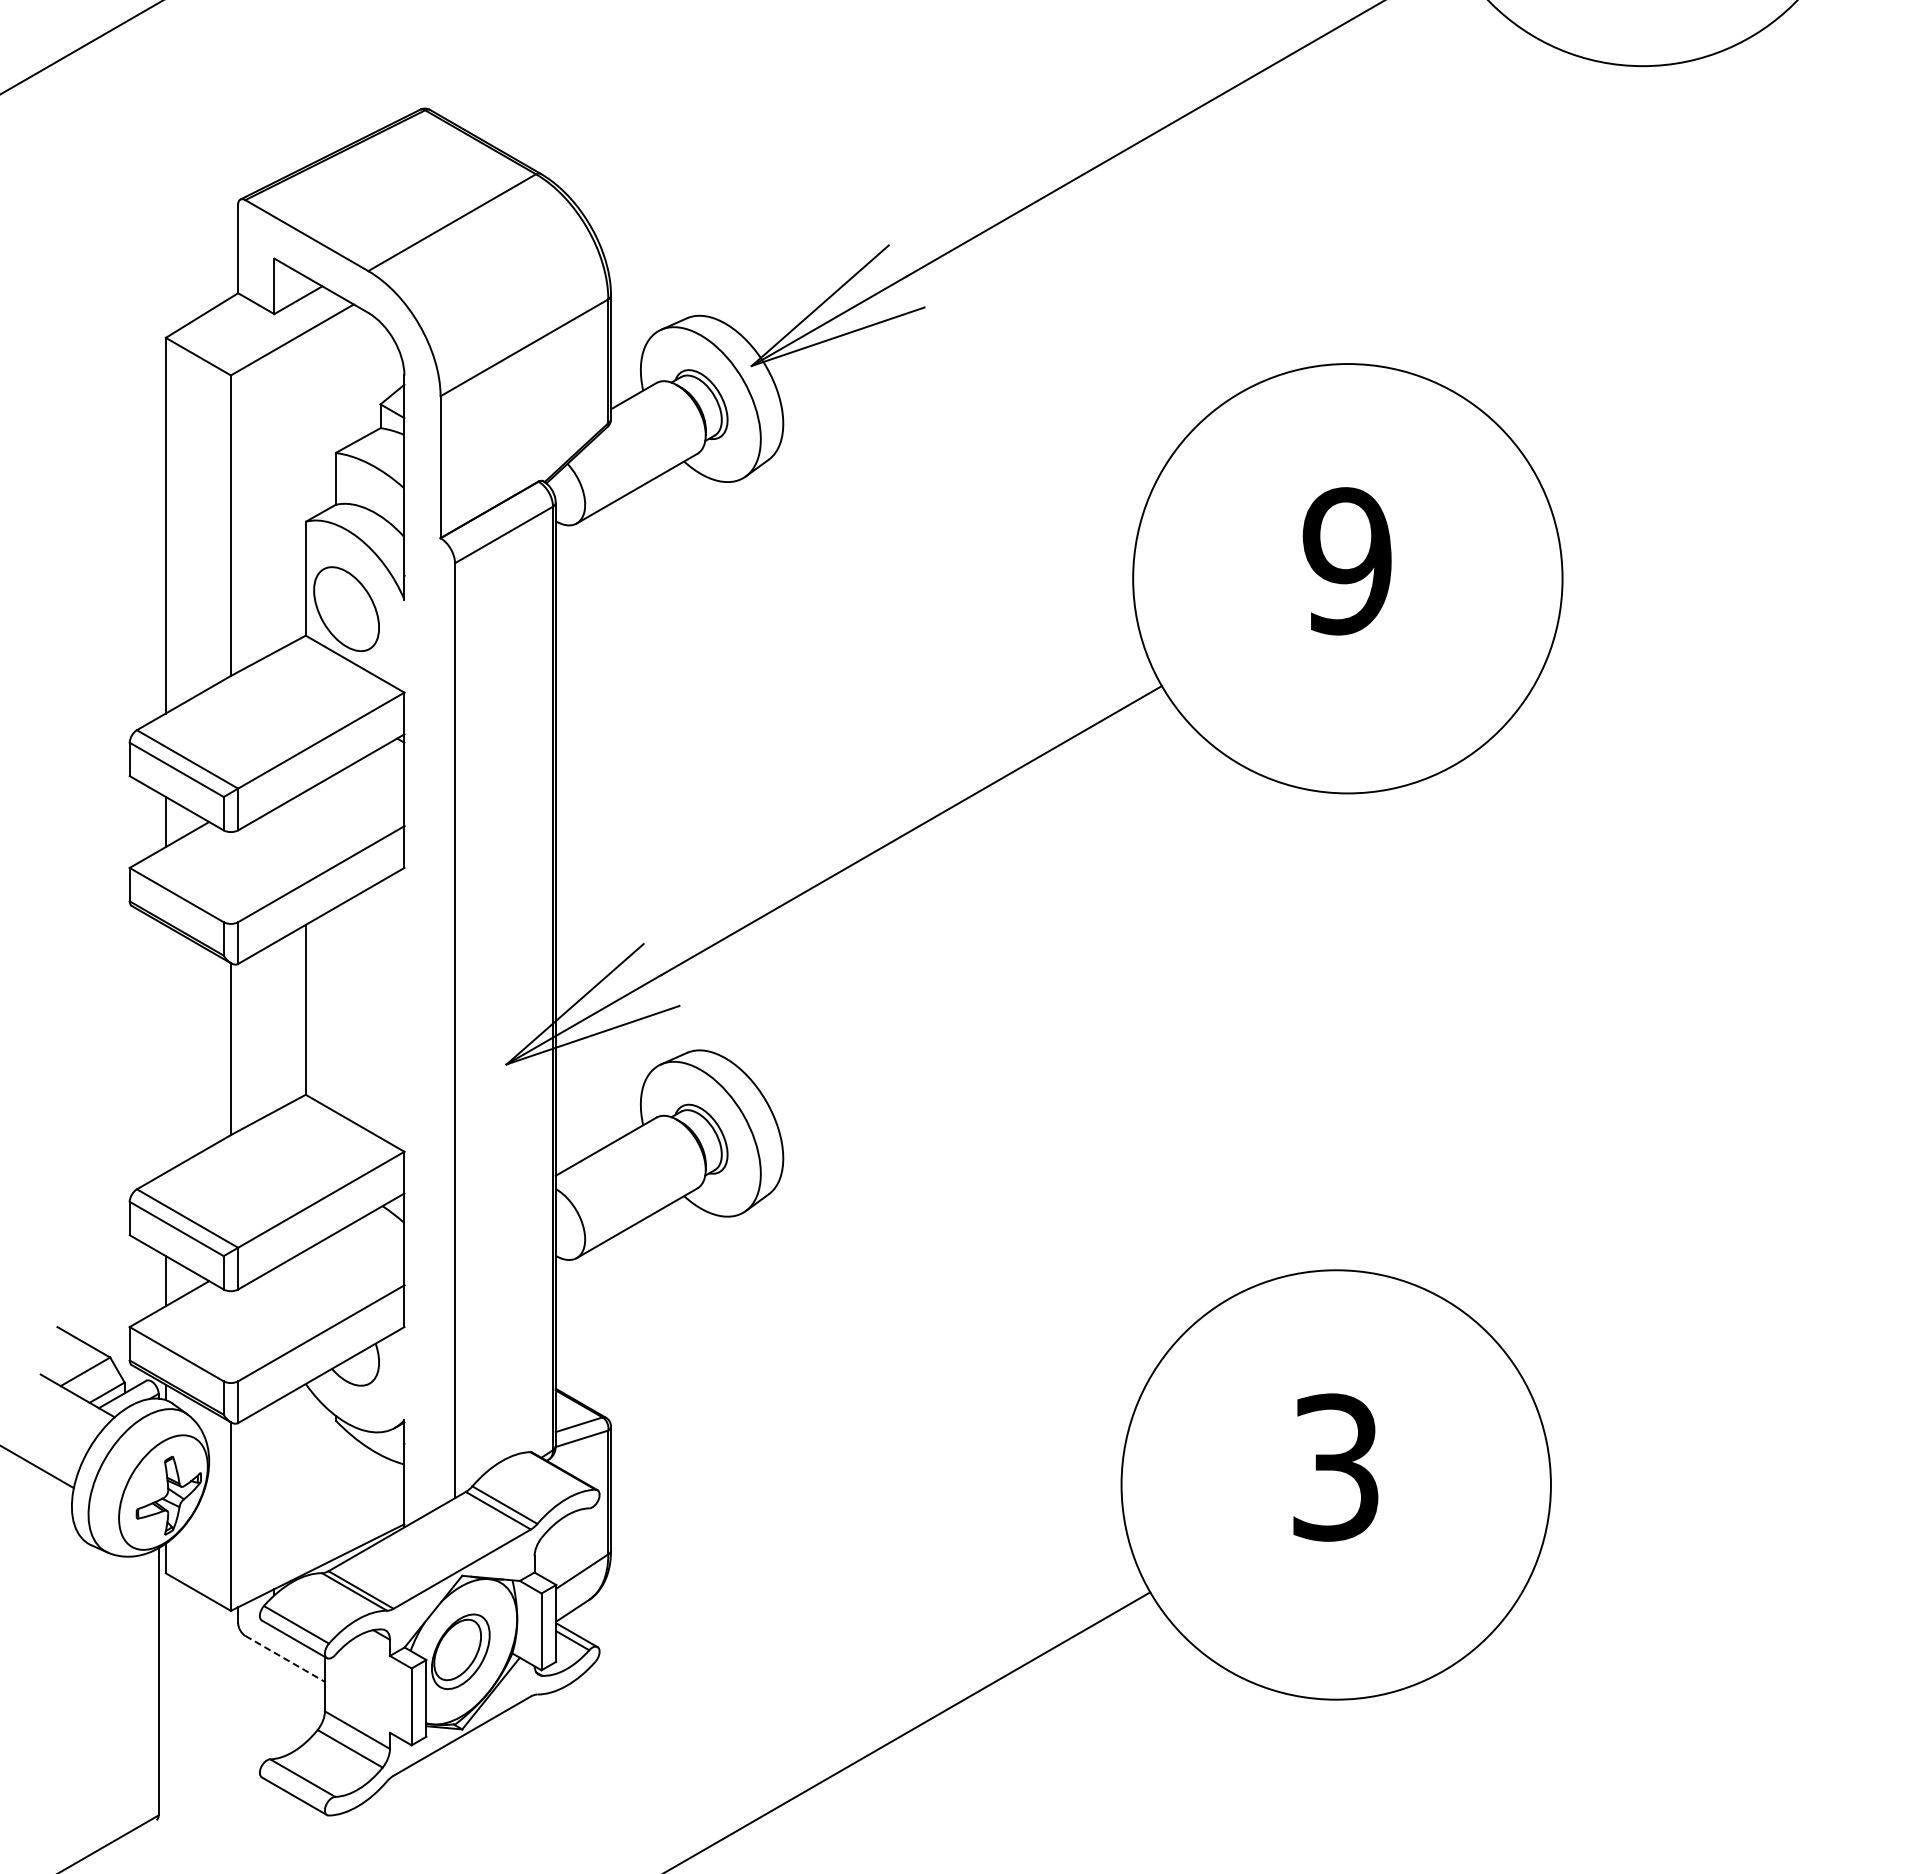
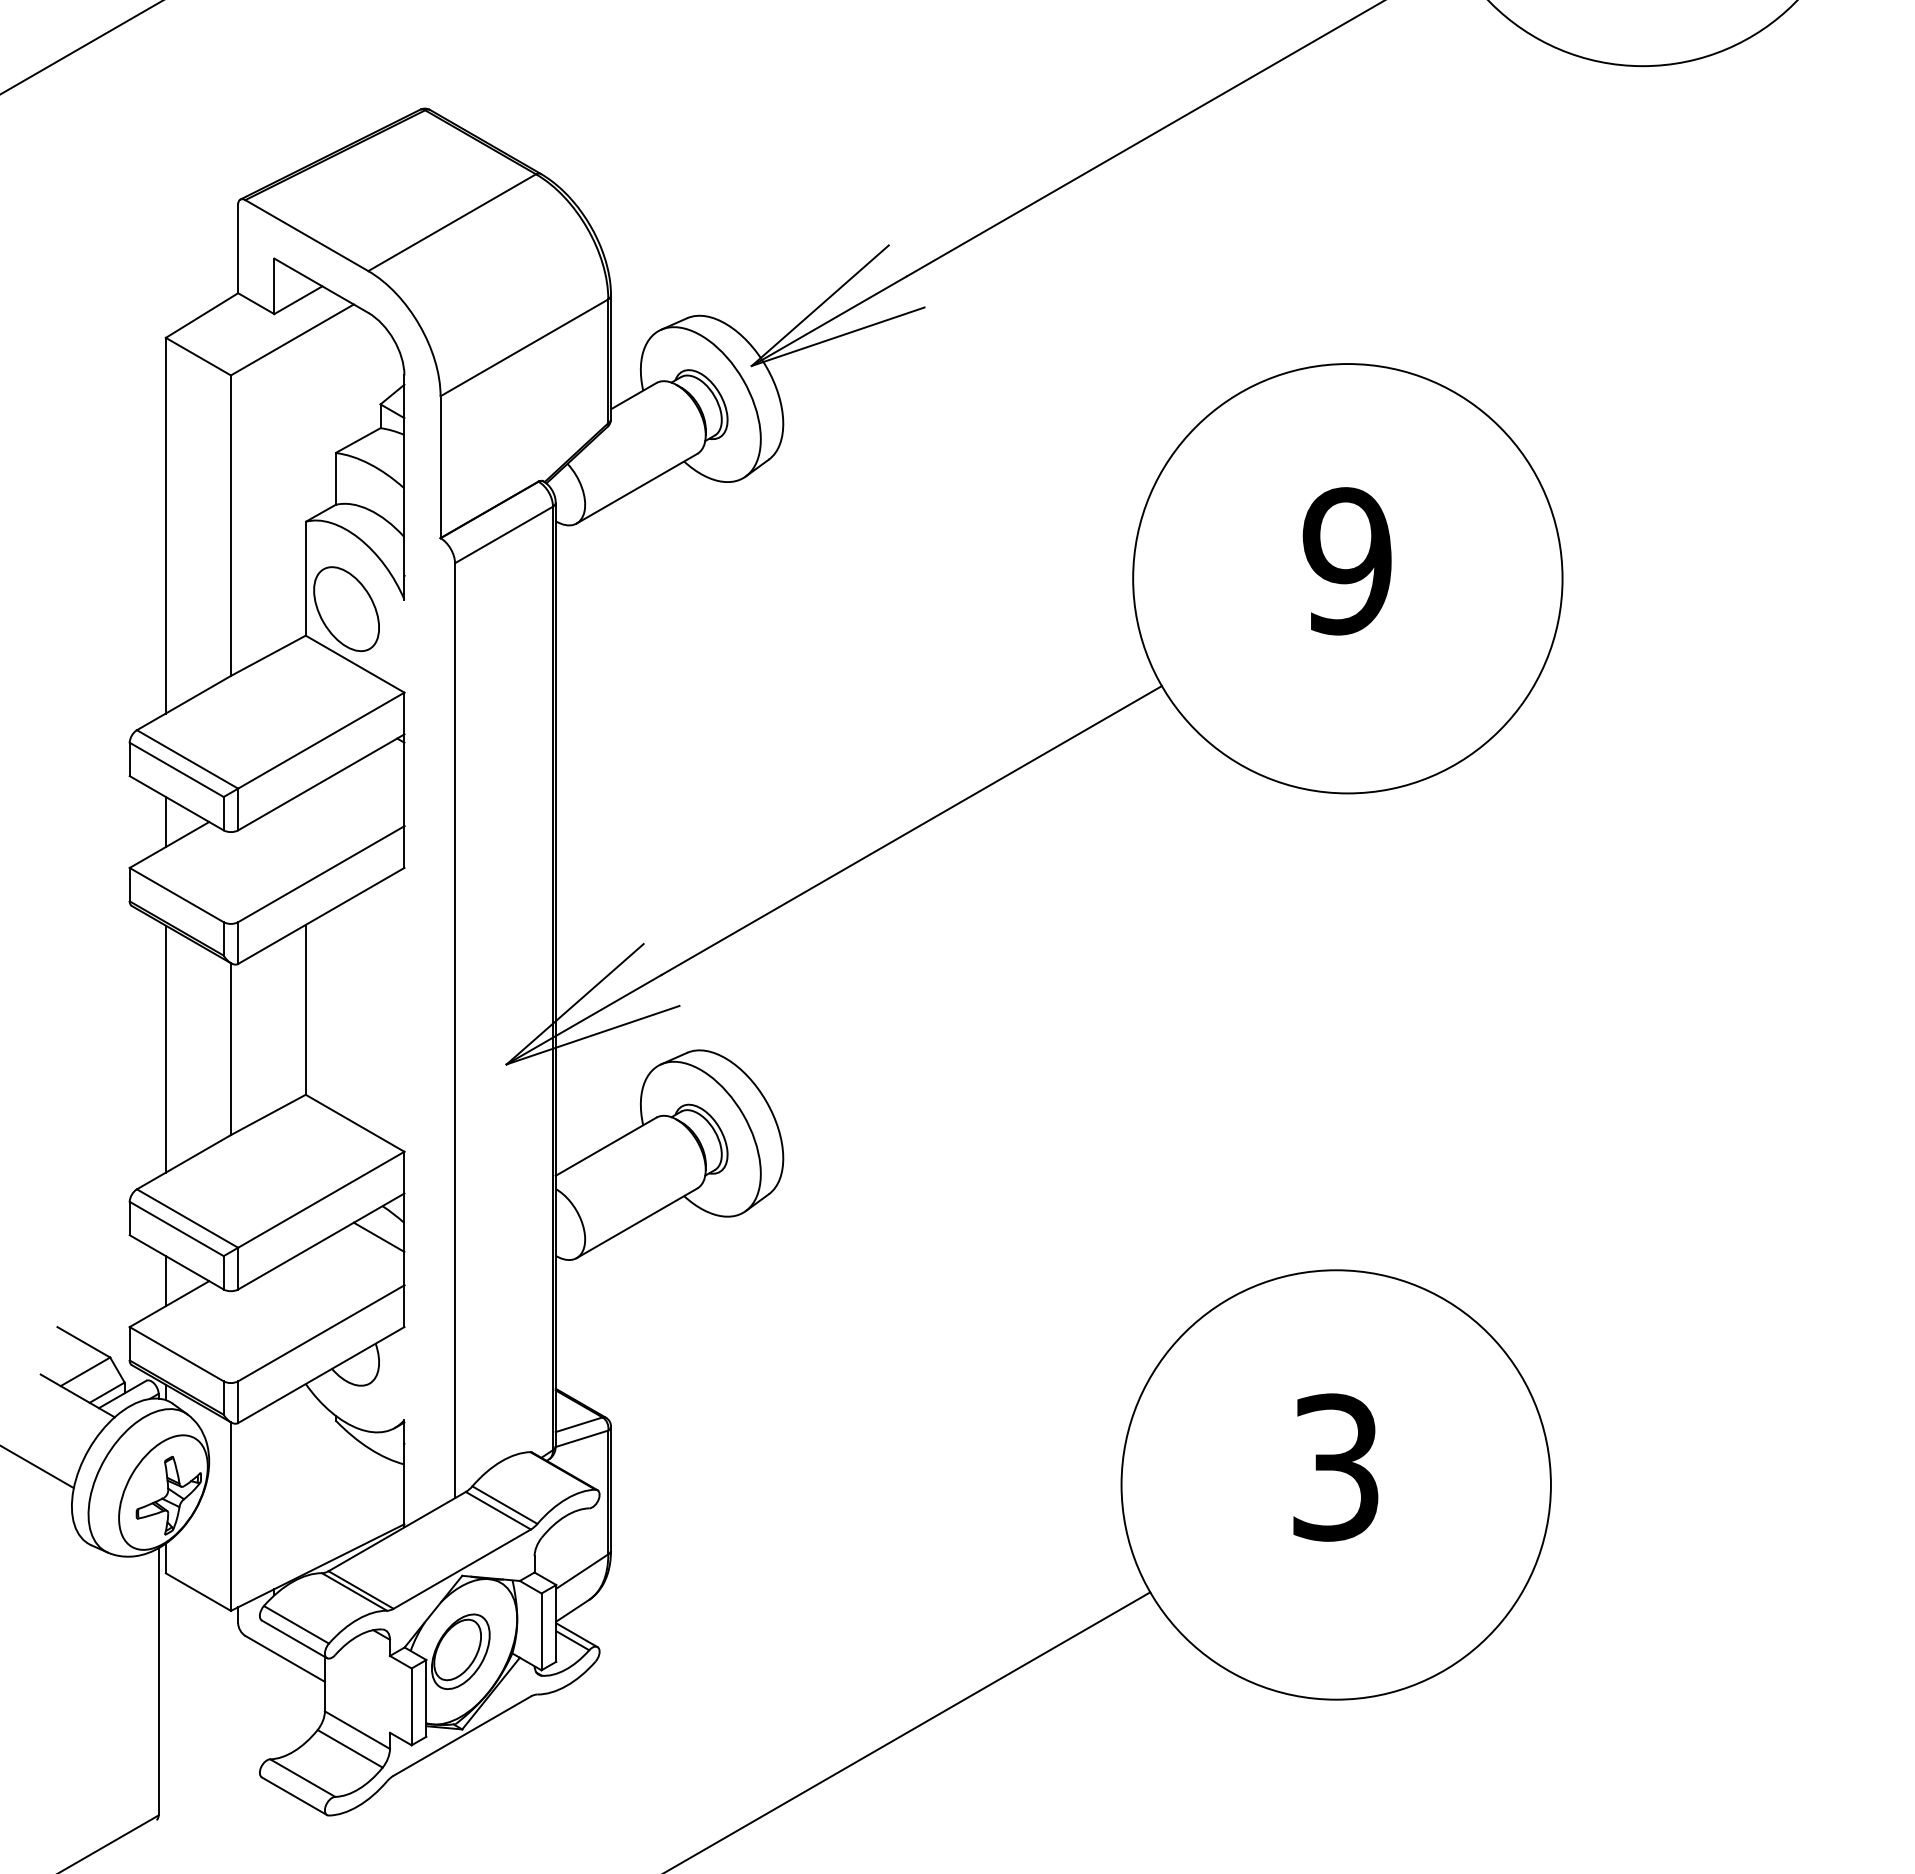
line at (165, 1048): none -> present
line at (378, 1236): none -> present
line at (285, 1658): dashed -> solid
